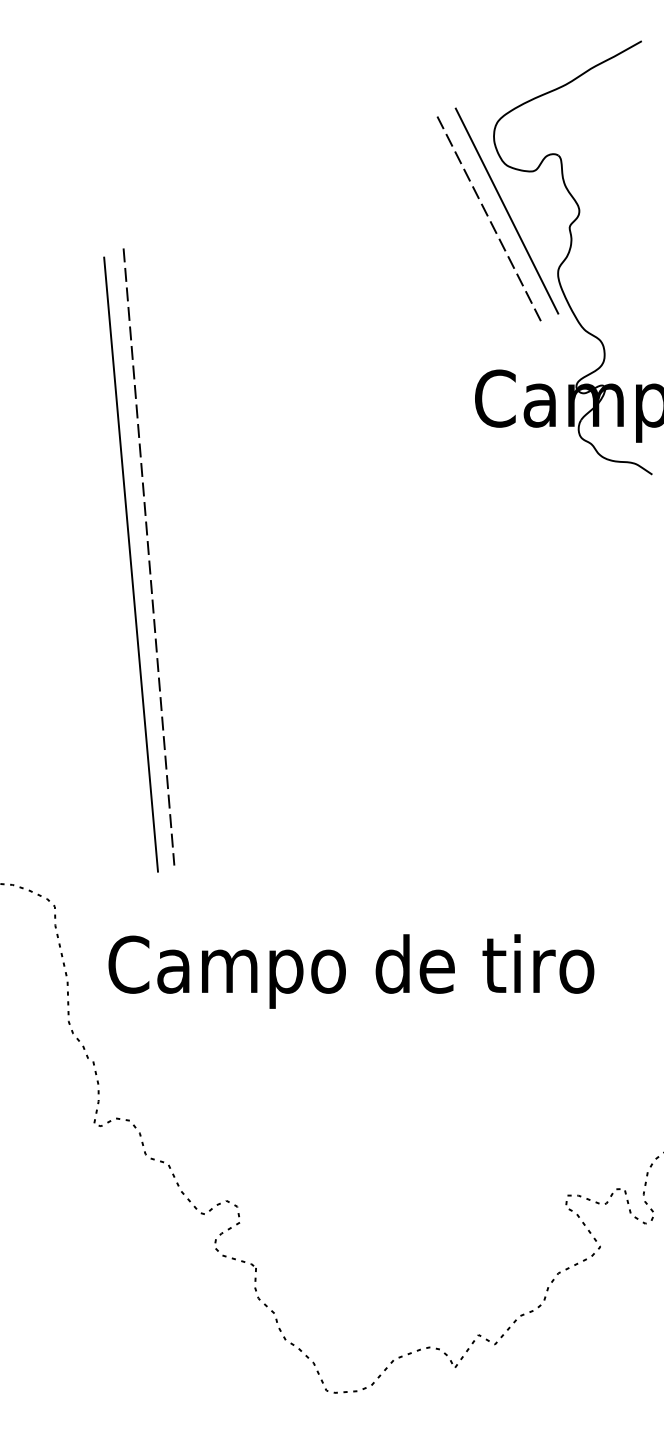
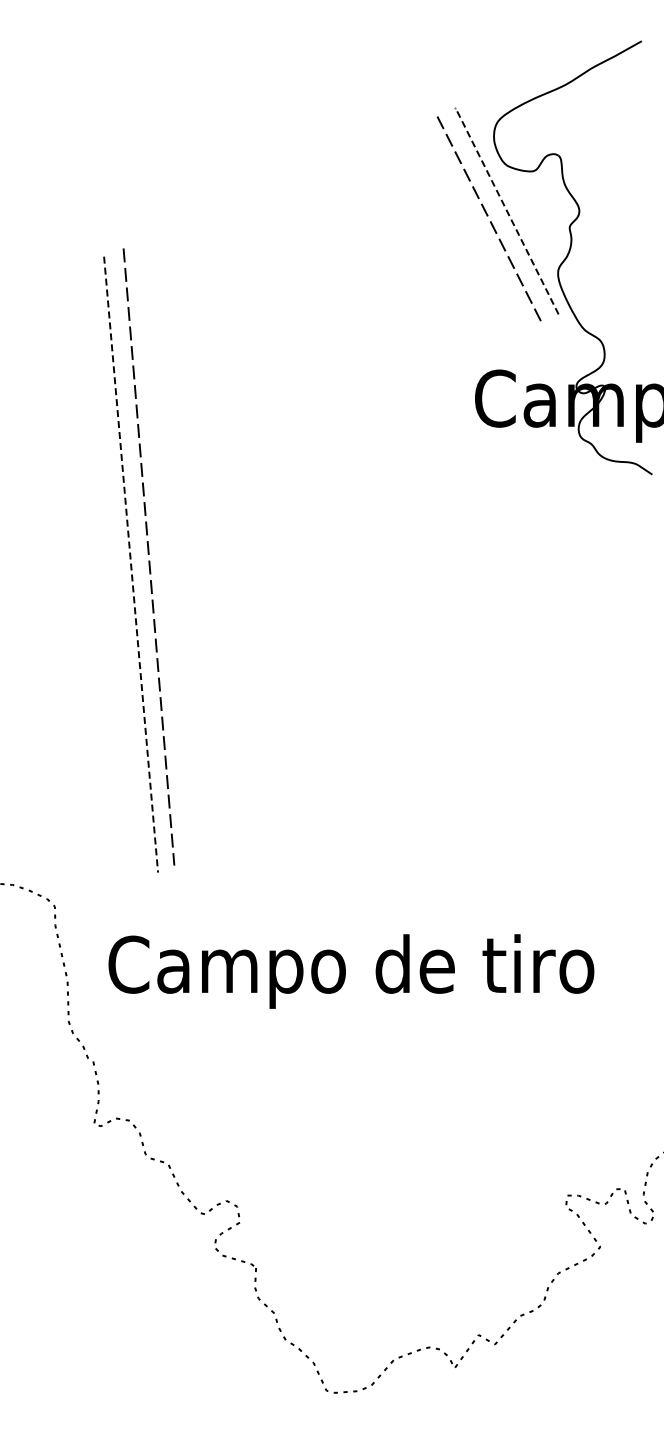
line at (507, 211): solid -> dashed
line at (131, 565): solid -> dashed
